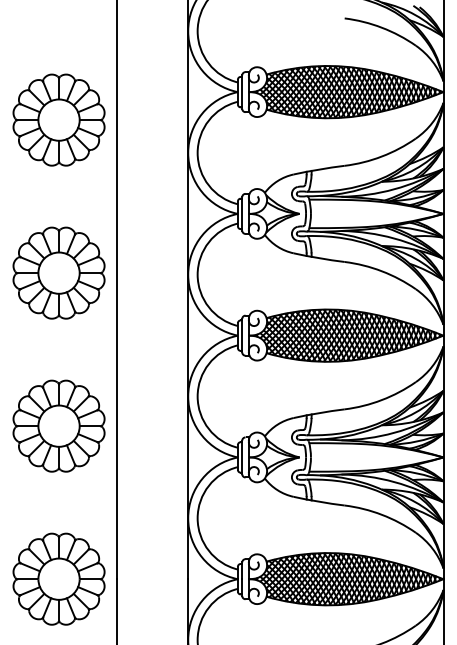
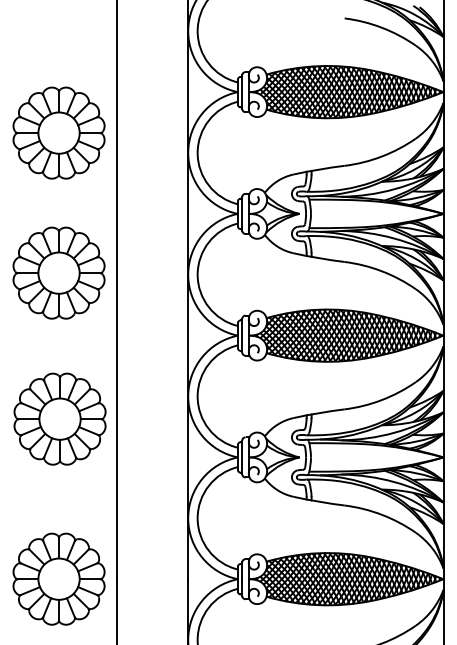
part at (58, 119) position: (58, 119) -> (58, 132)
part at (58, 425) position: (58, 425) -> (59, 418)
